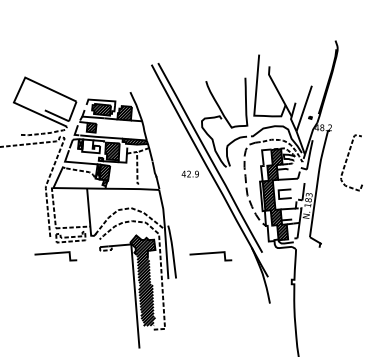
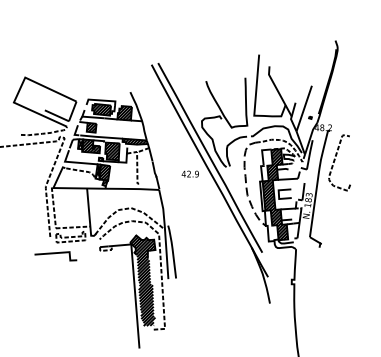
hatch at (90, 146): none -> present
curve at (347, 160) position: (347, 160) -> (335, 160)
line at (209, 254): present -> none
